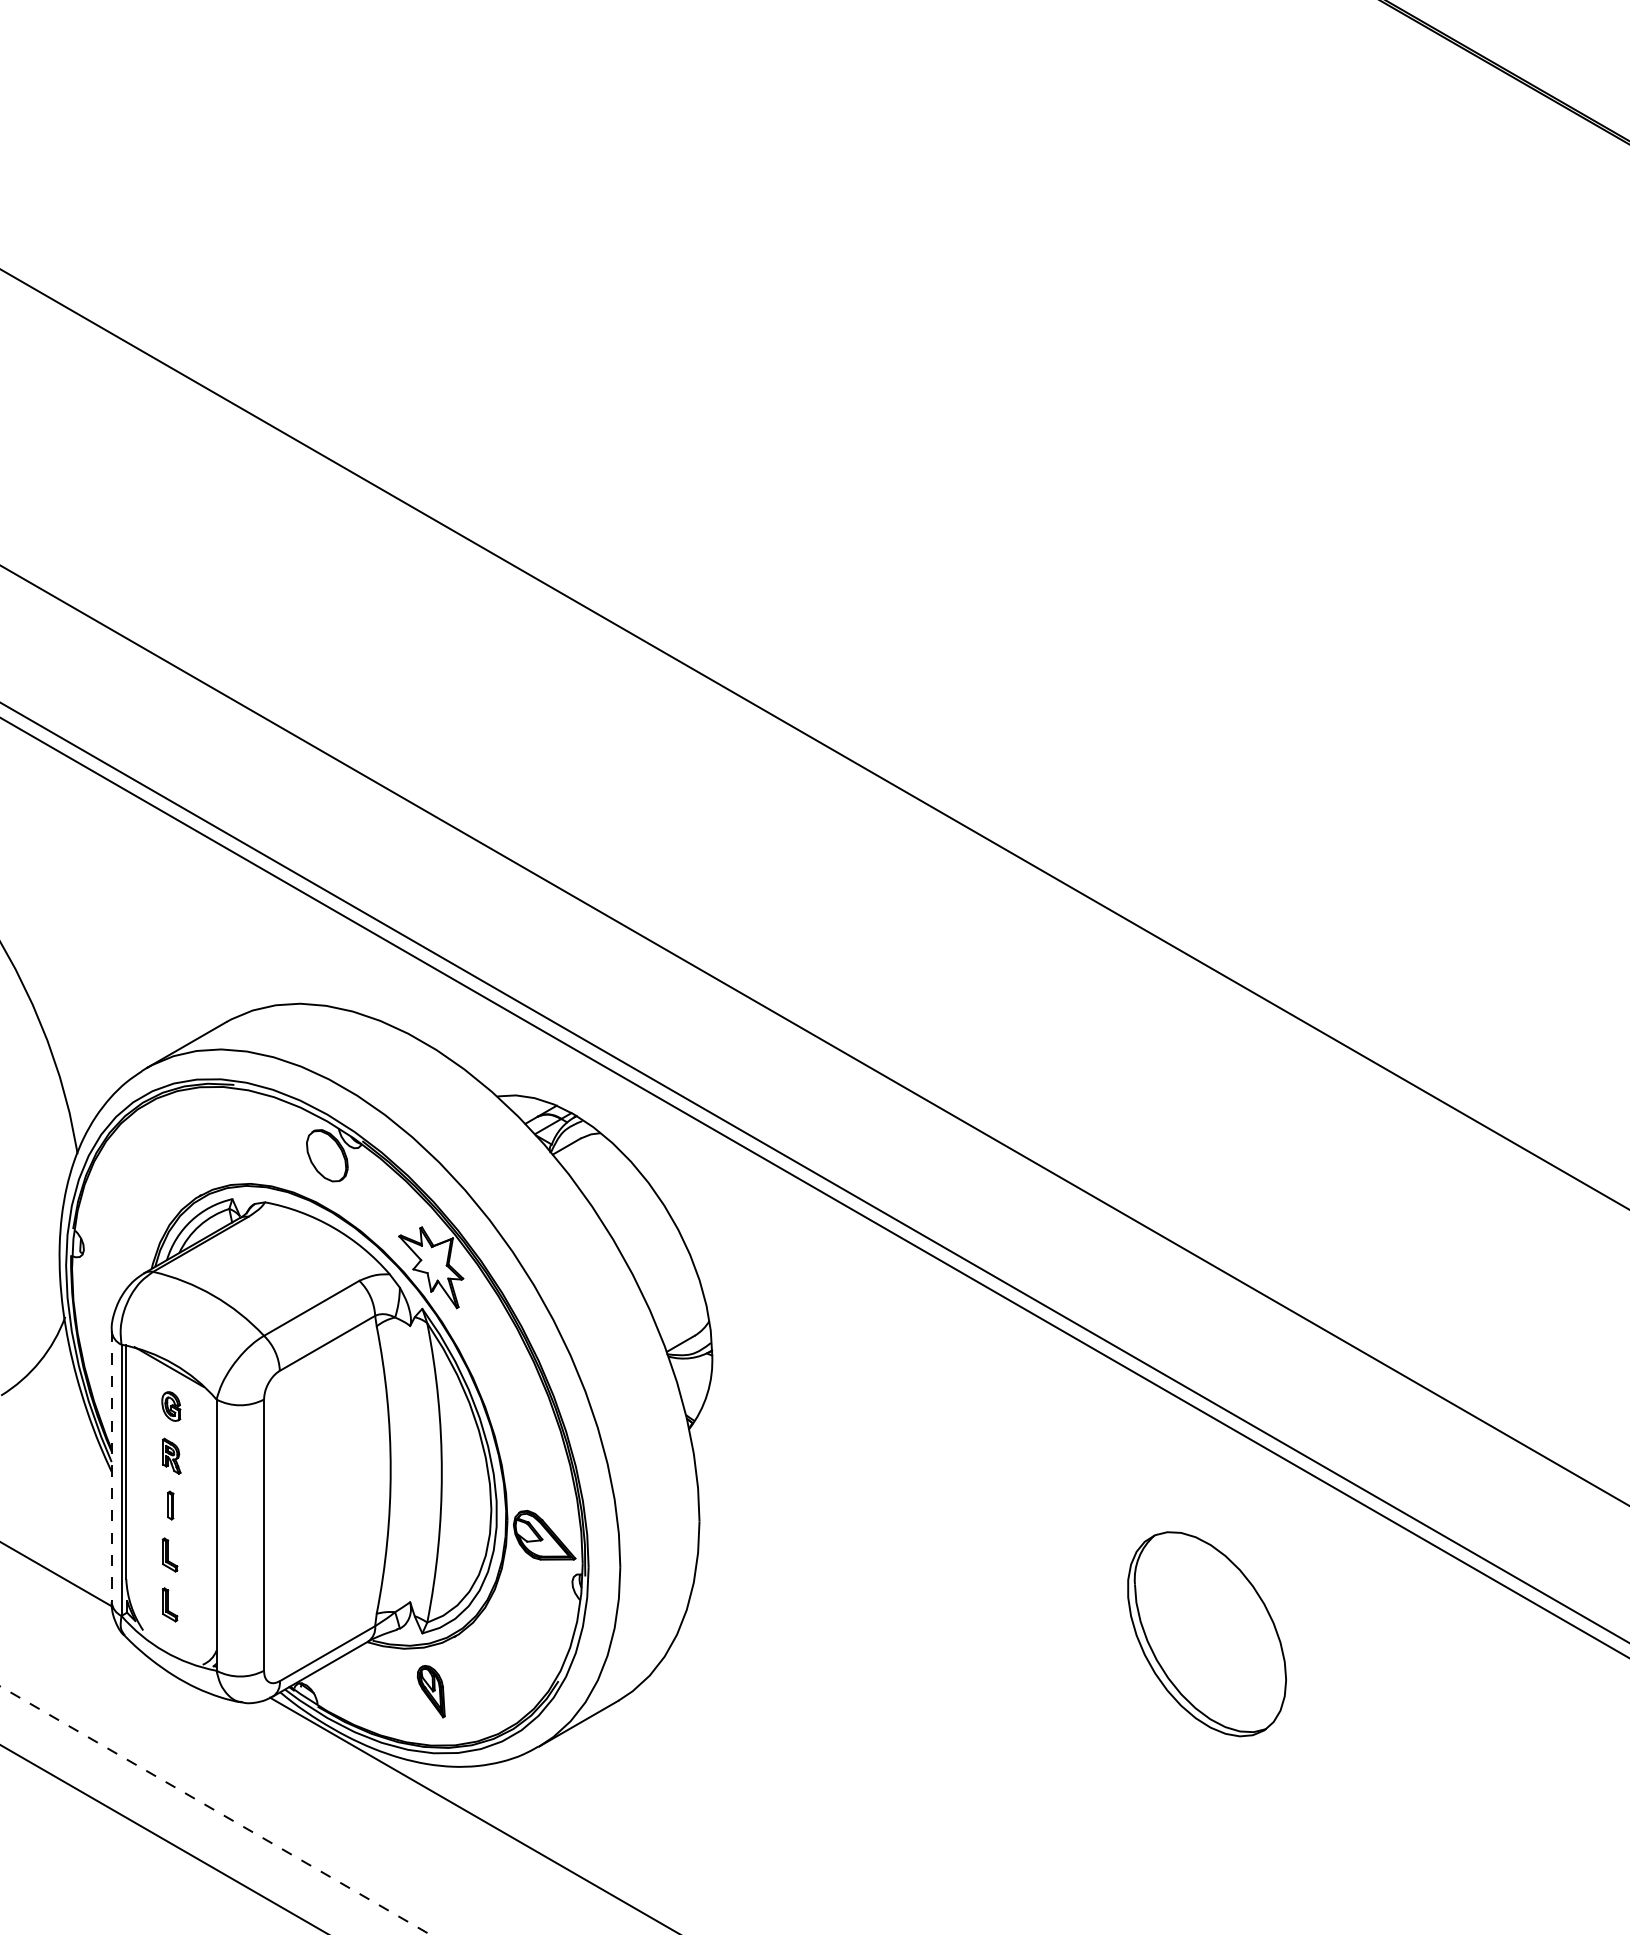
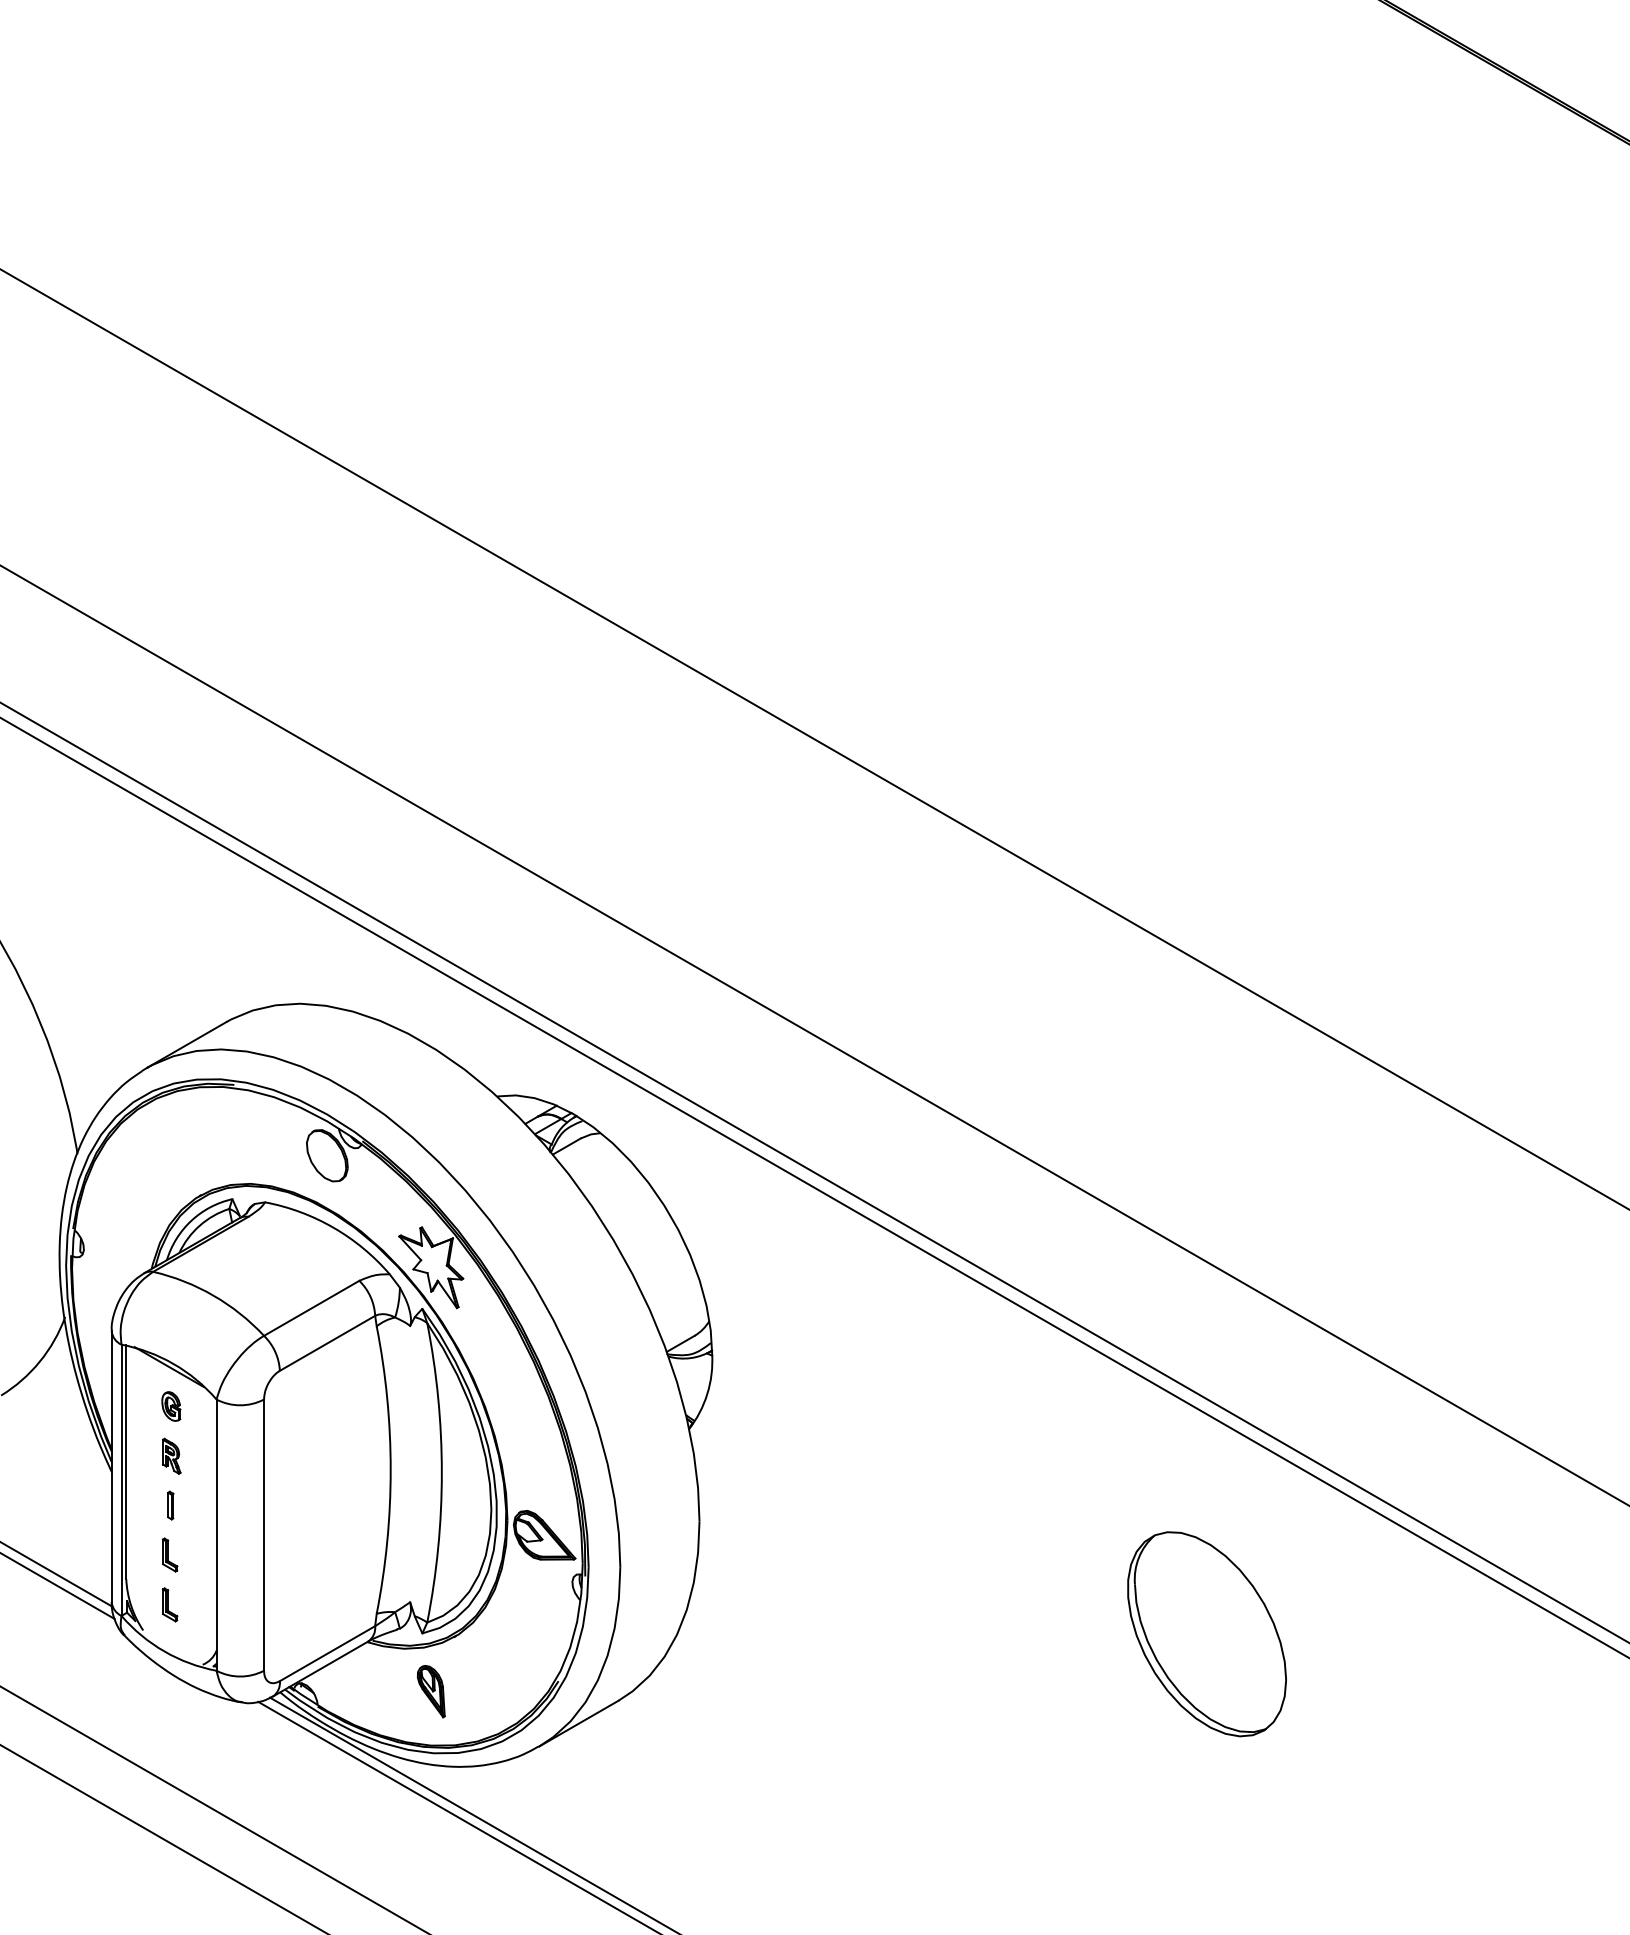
line at (111, 1466): dashed -> solid
line at (58, 1586): none -> present
line at (214, 1810): dashed -> solid
line at (457, 1816): none -> present
